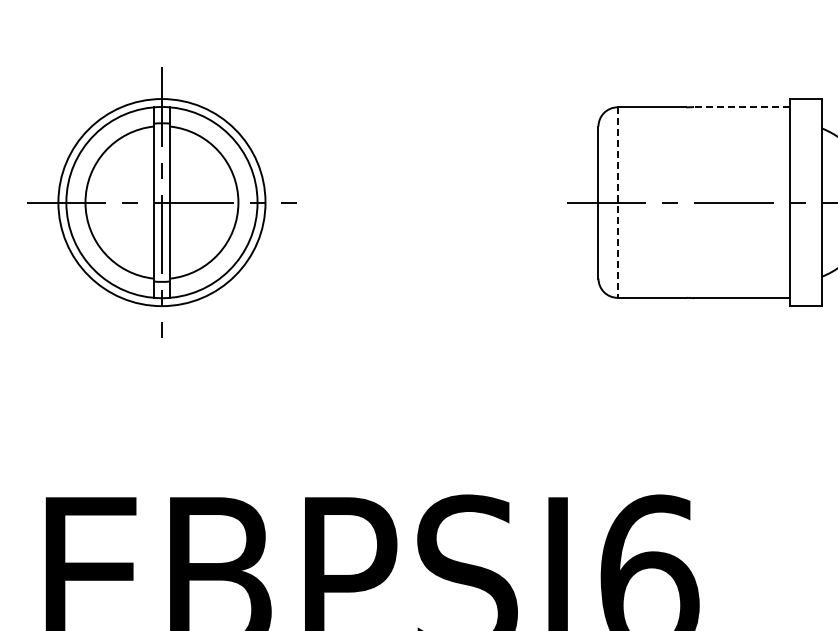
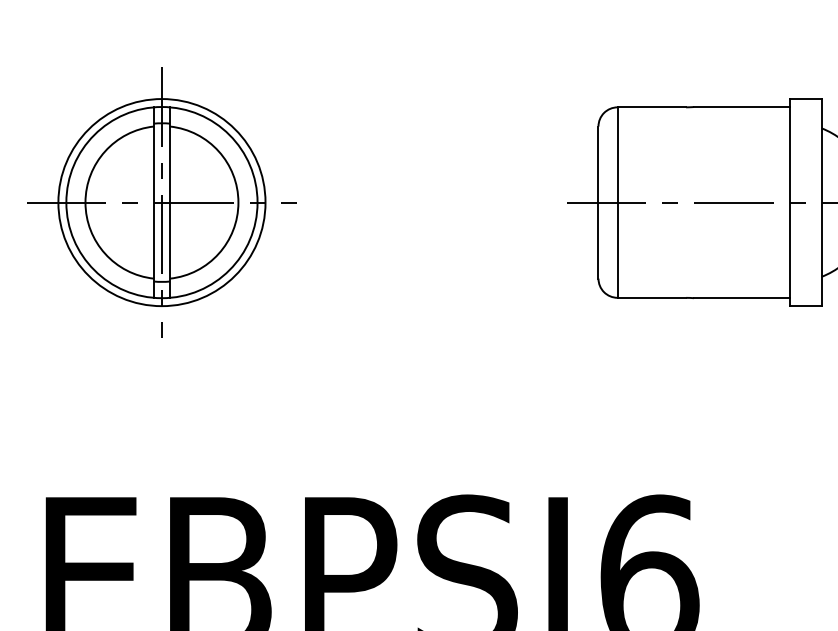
line at (741, 107): dashed -> solid
line at (617, 203): dashed -> solid
